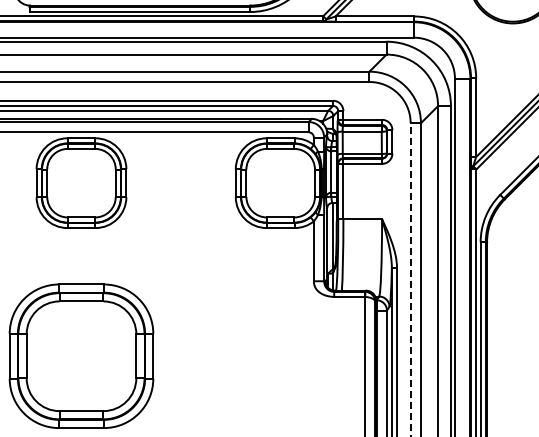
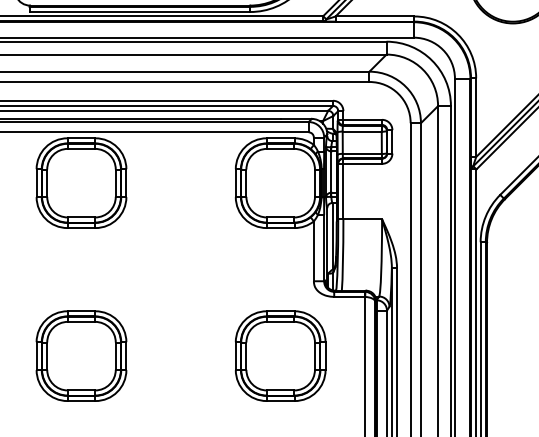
line at (410, 279): dashed -> solid
part at (81, 355) size: 147x146 px -> 93x92 px
part at (280, 355): none -> present
